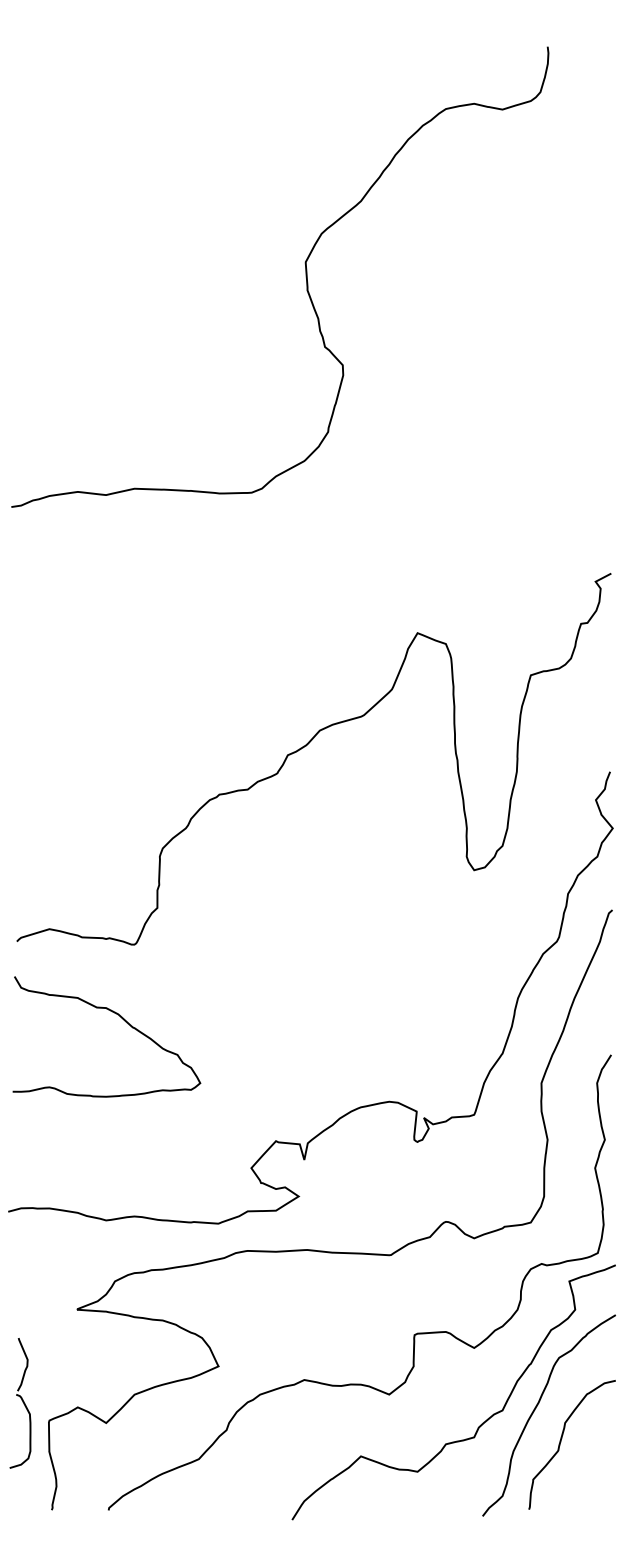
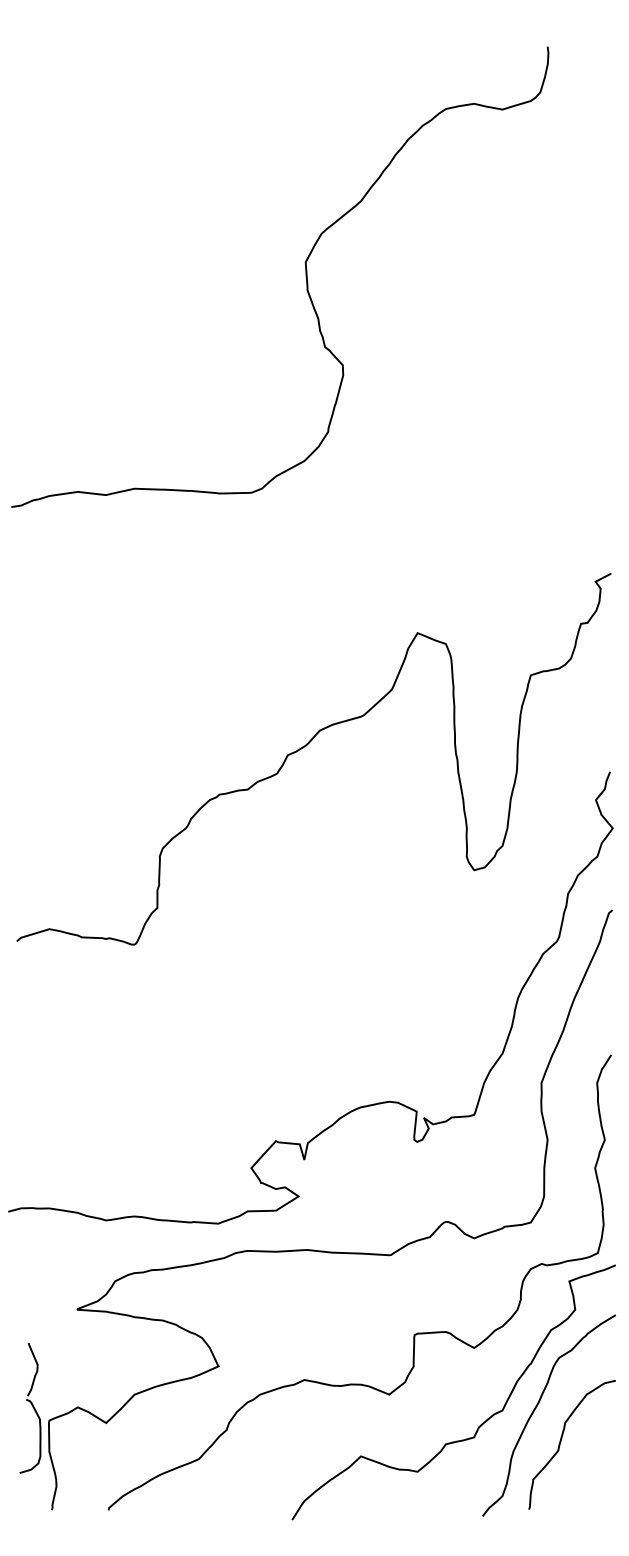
curve at (122, 1019): present -> none
part at (20, 1403) position: (20, 1403) -> (30, 1408)
